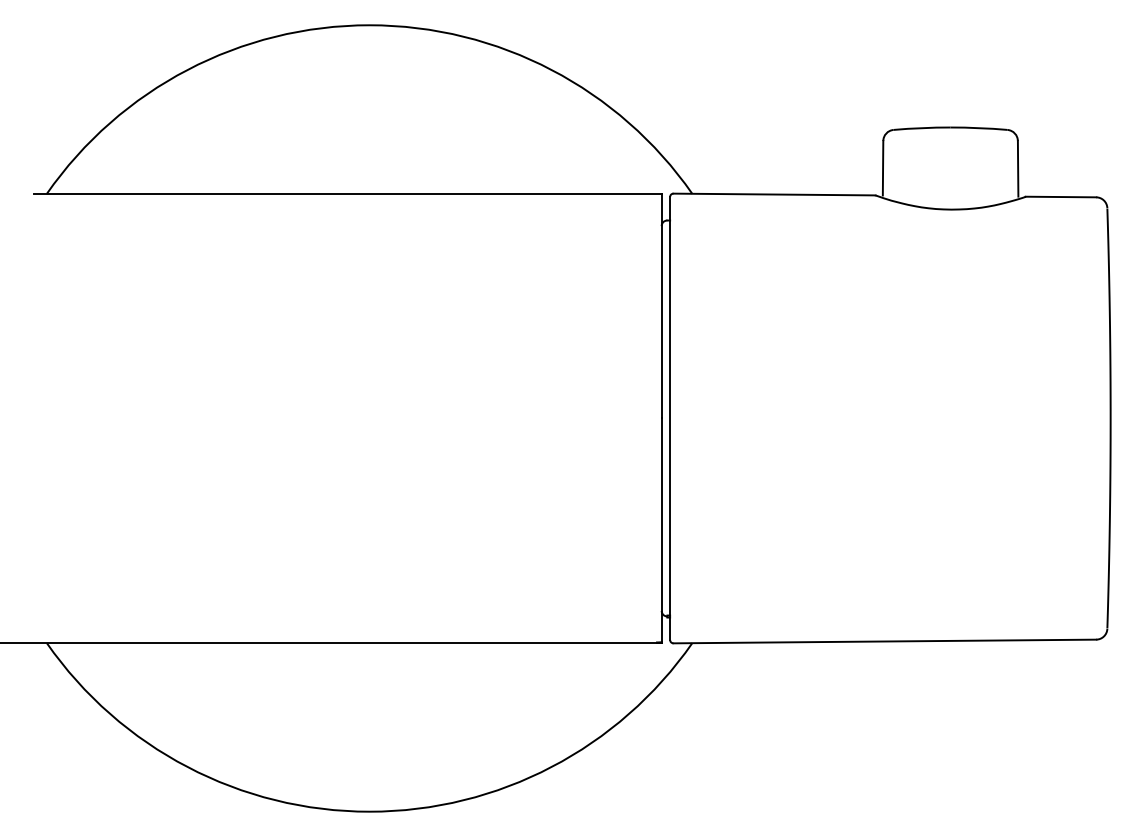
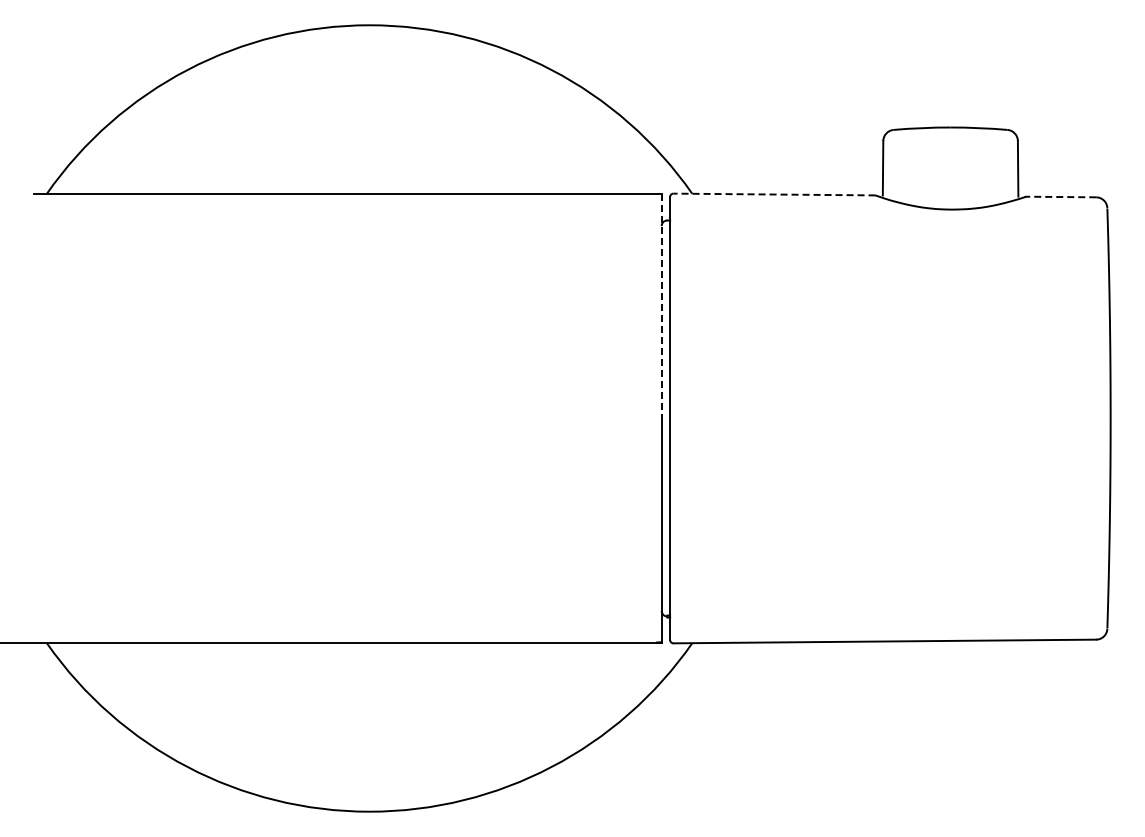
line at (774, 194): solid -> dashed
line at (1060, 197): solid -> dashed
line at (661, 306): solid -> dashed
